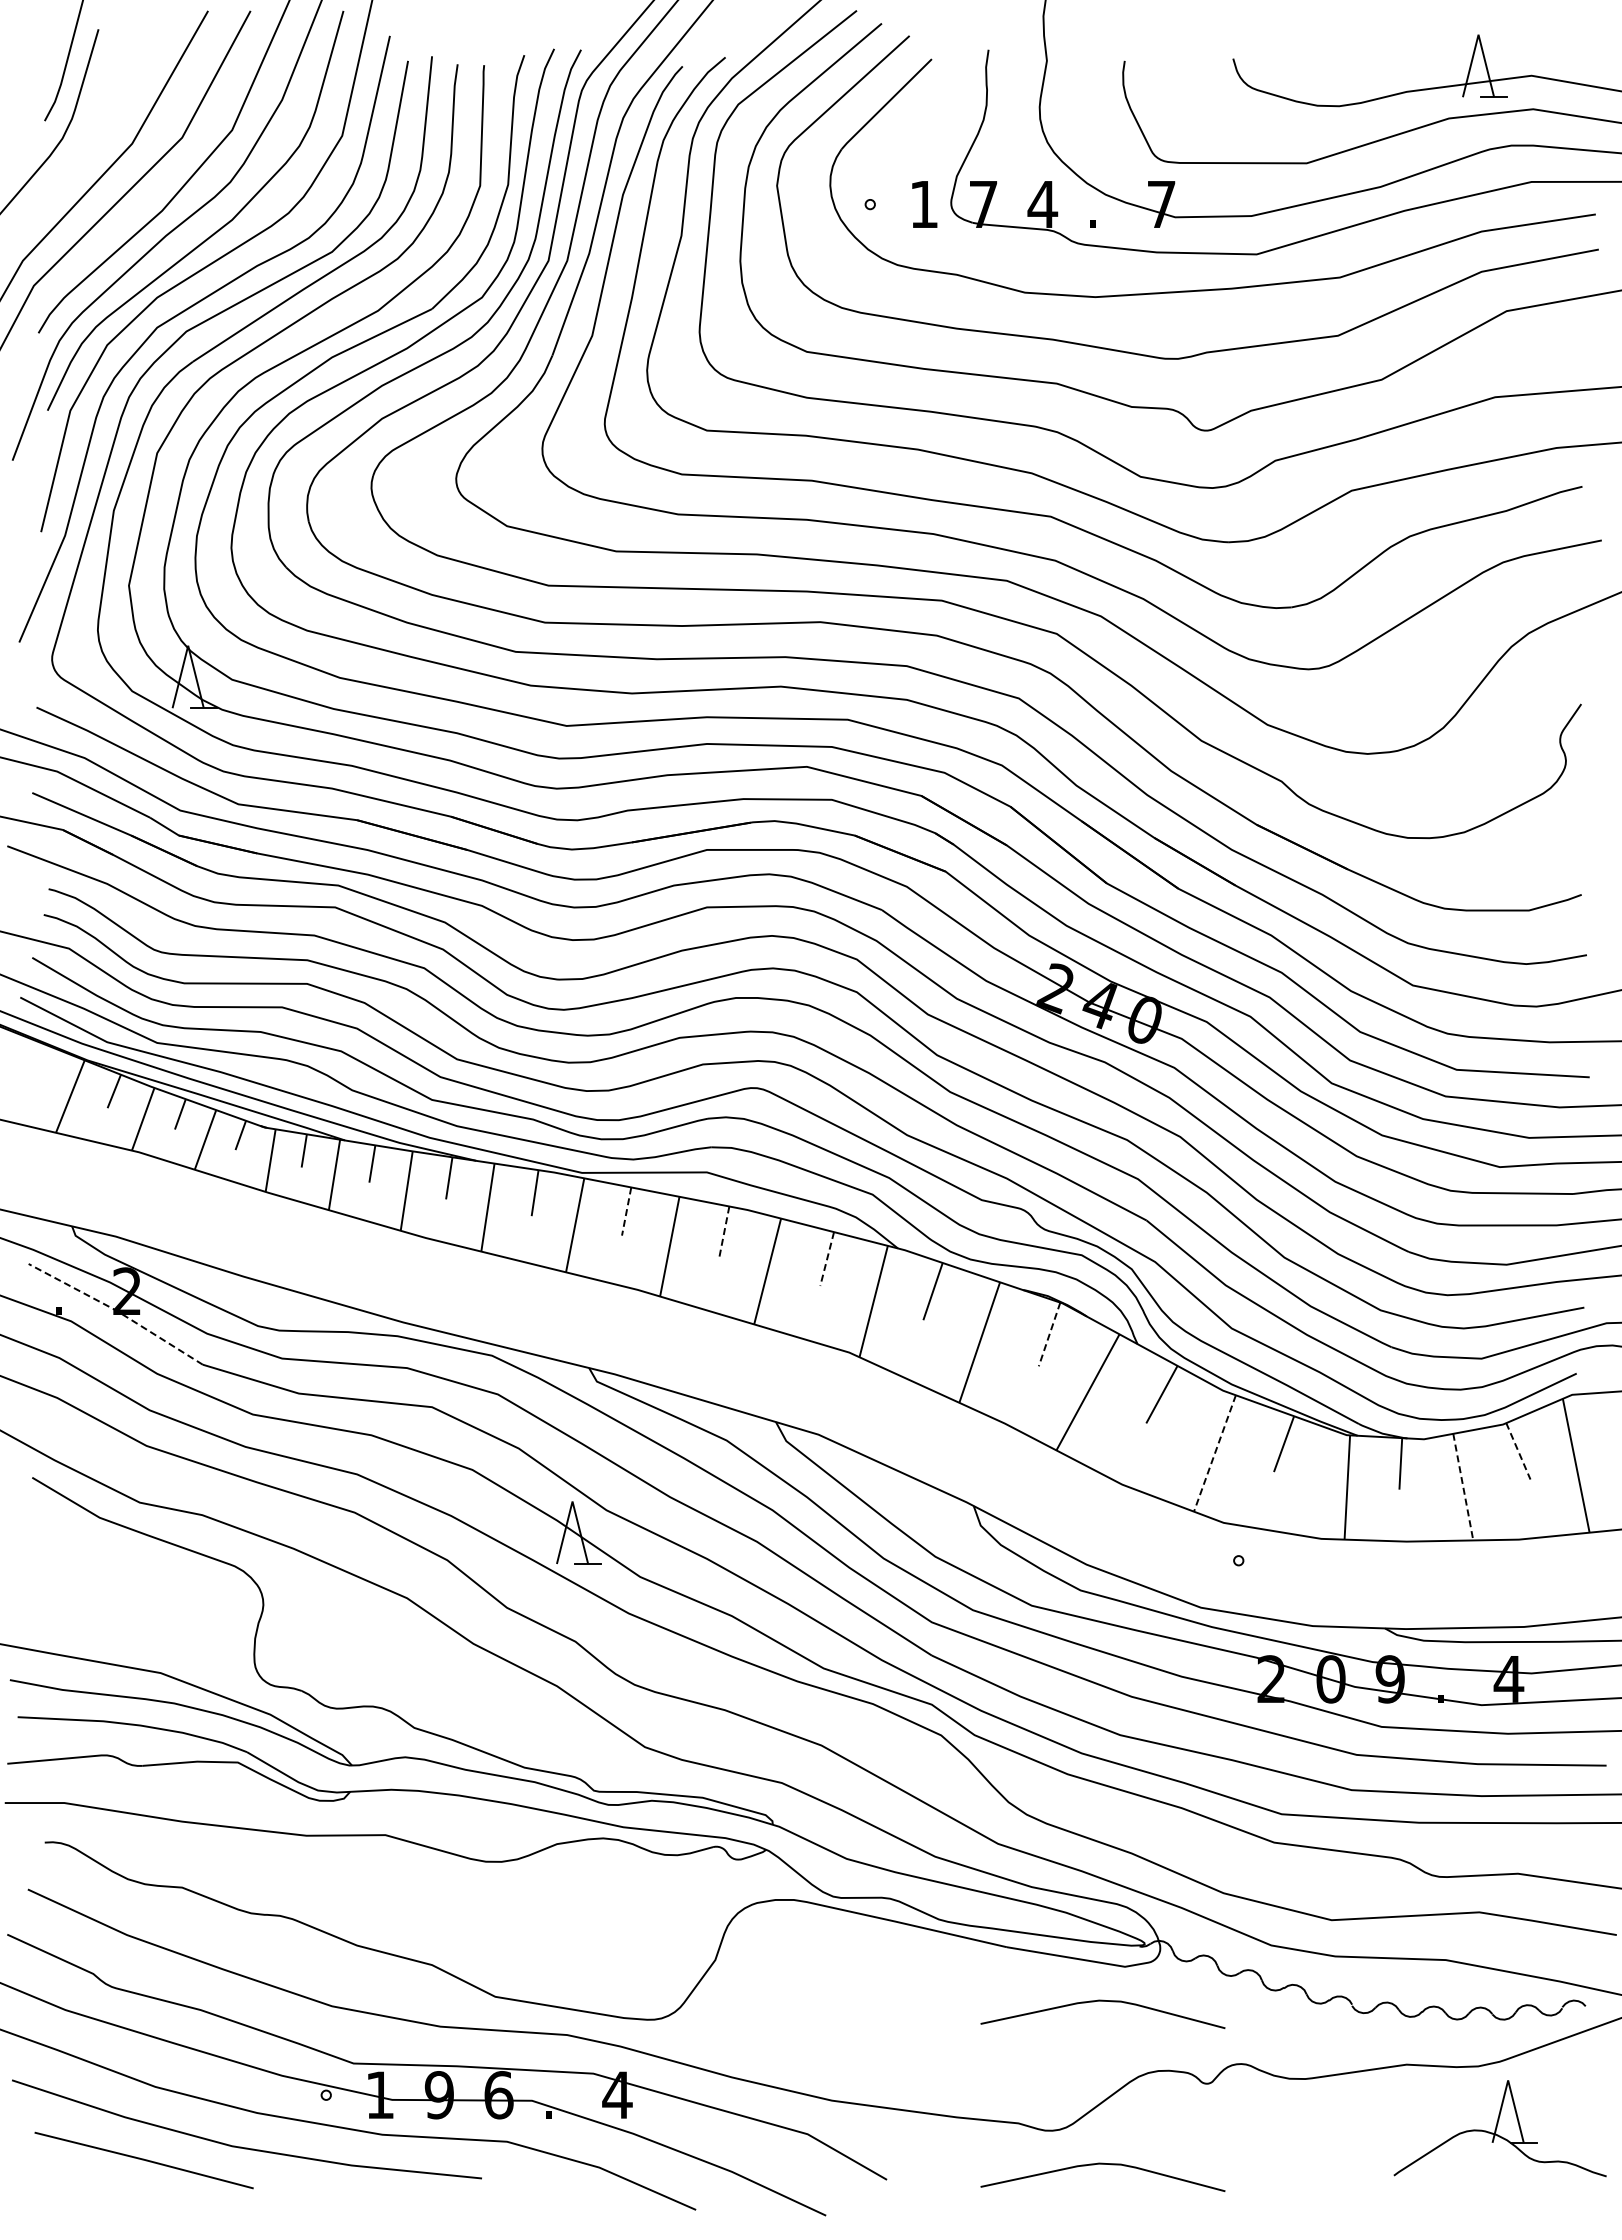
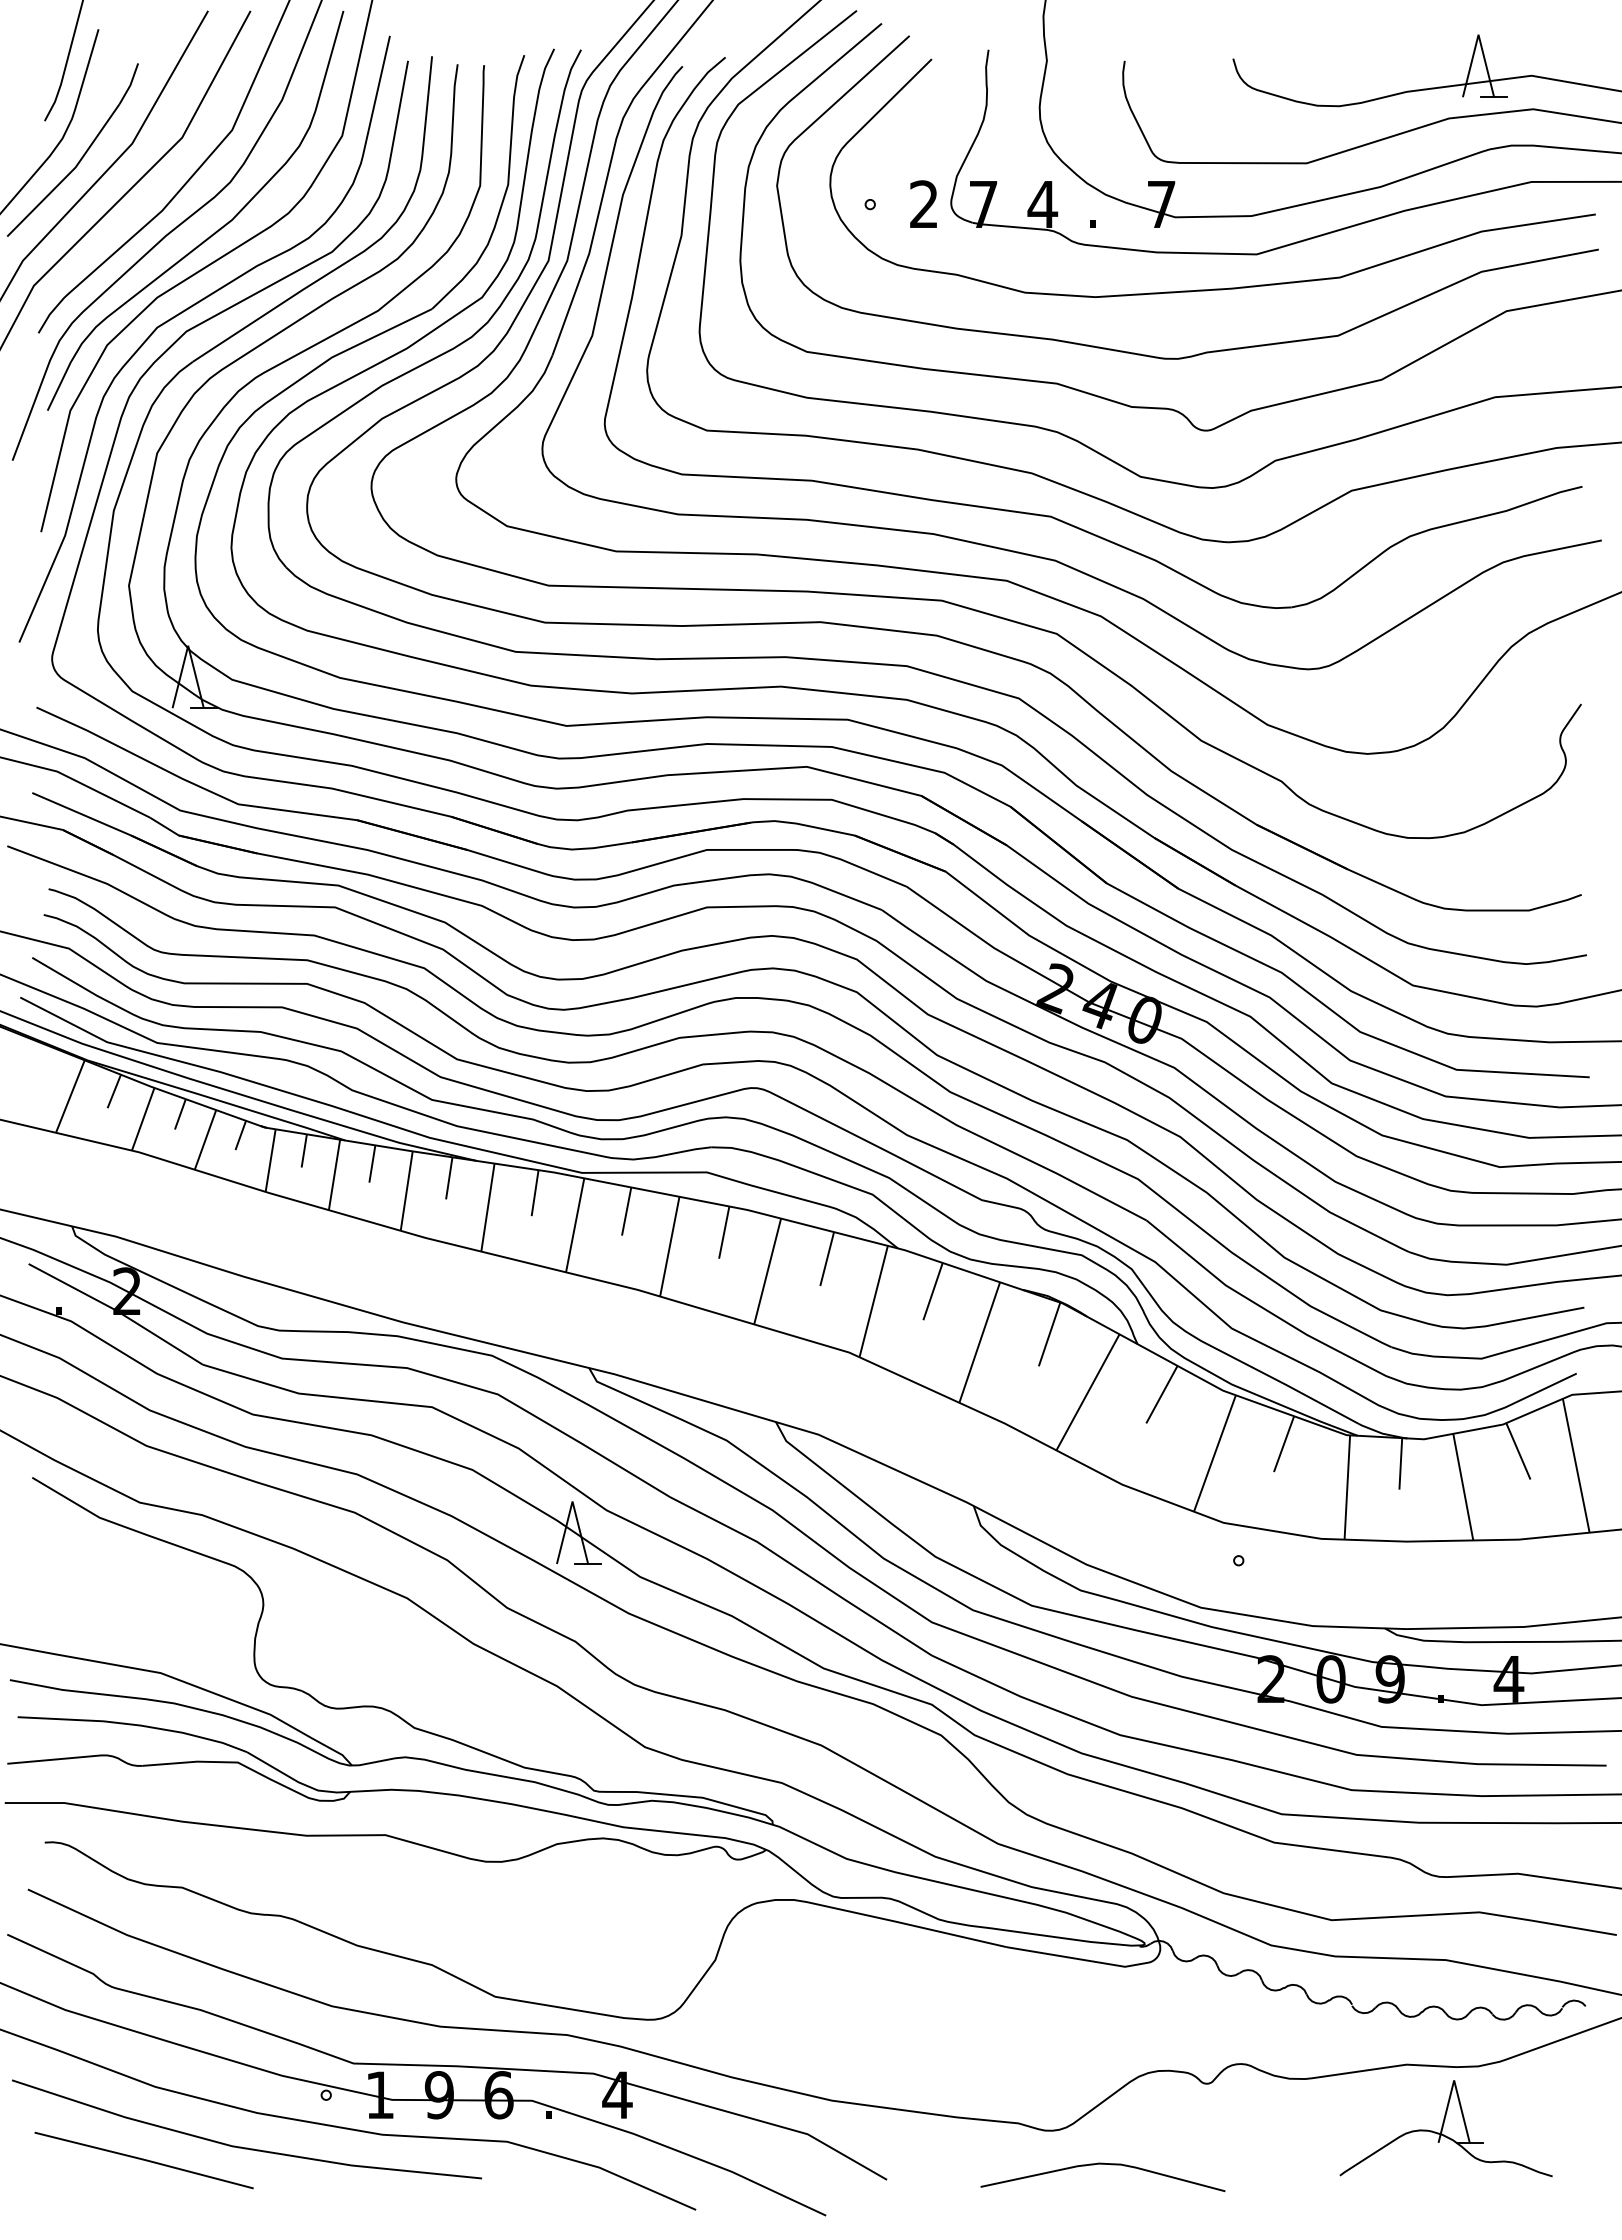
part at (82, 155): none -> present
text at (923, 203): 1 -> 2
line at (626, 1212): dashed -> solid
line at (724, 1232): dashed -> solid
line at (827, 1259): dashed -> solid
line at (116, 1310): dashed -> solid
line at (1049, 1334): dashed -> solid
line at (1518, 1451): dashed -> solid
line at (1214, 1453): dashed -> solid
line at (1463, 1487): dashed -> solid
curve at (1102, 2001): present -> none
part at (1499, 2128) position: (1499, 2128) -> (1445, 2128)
